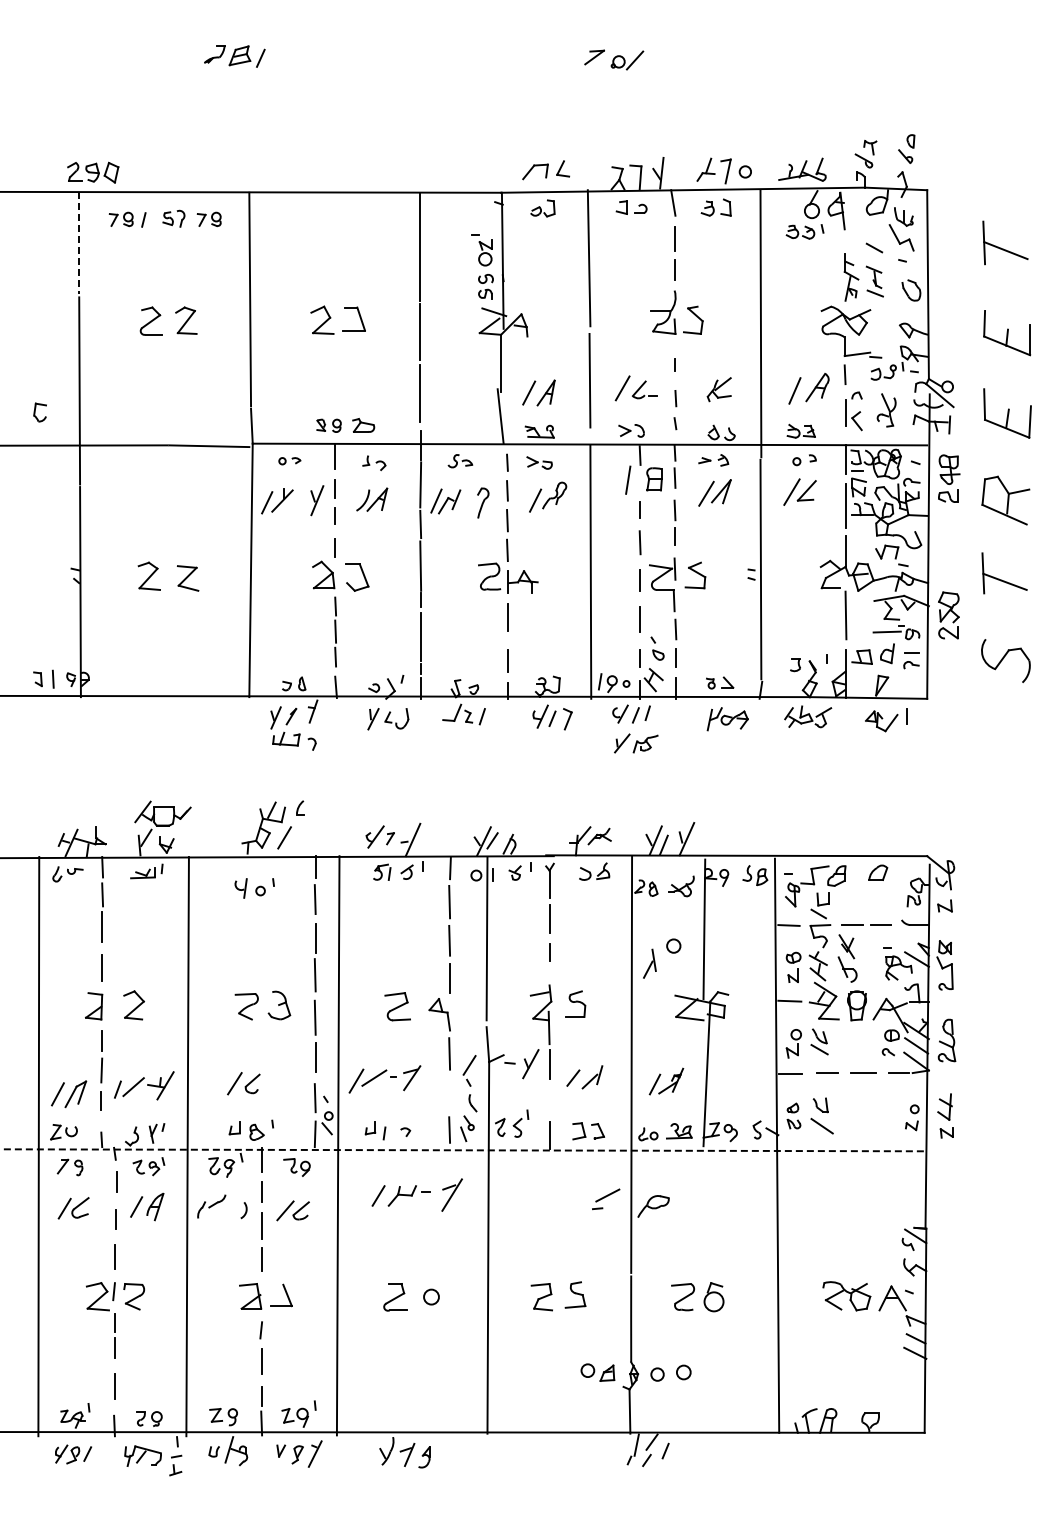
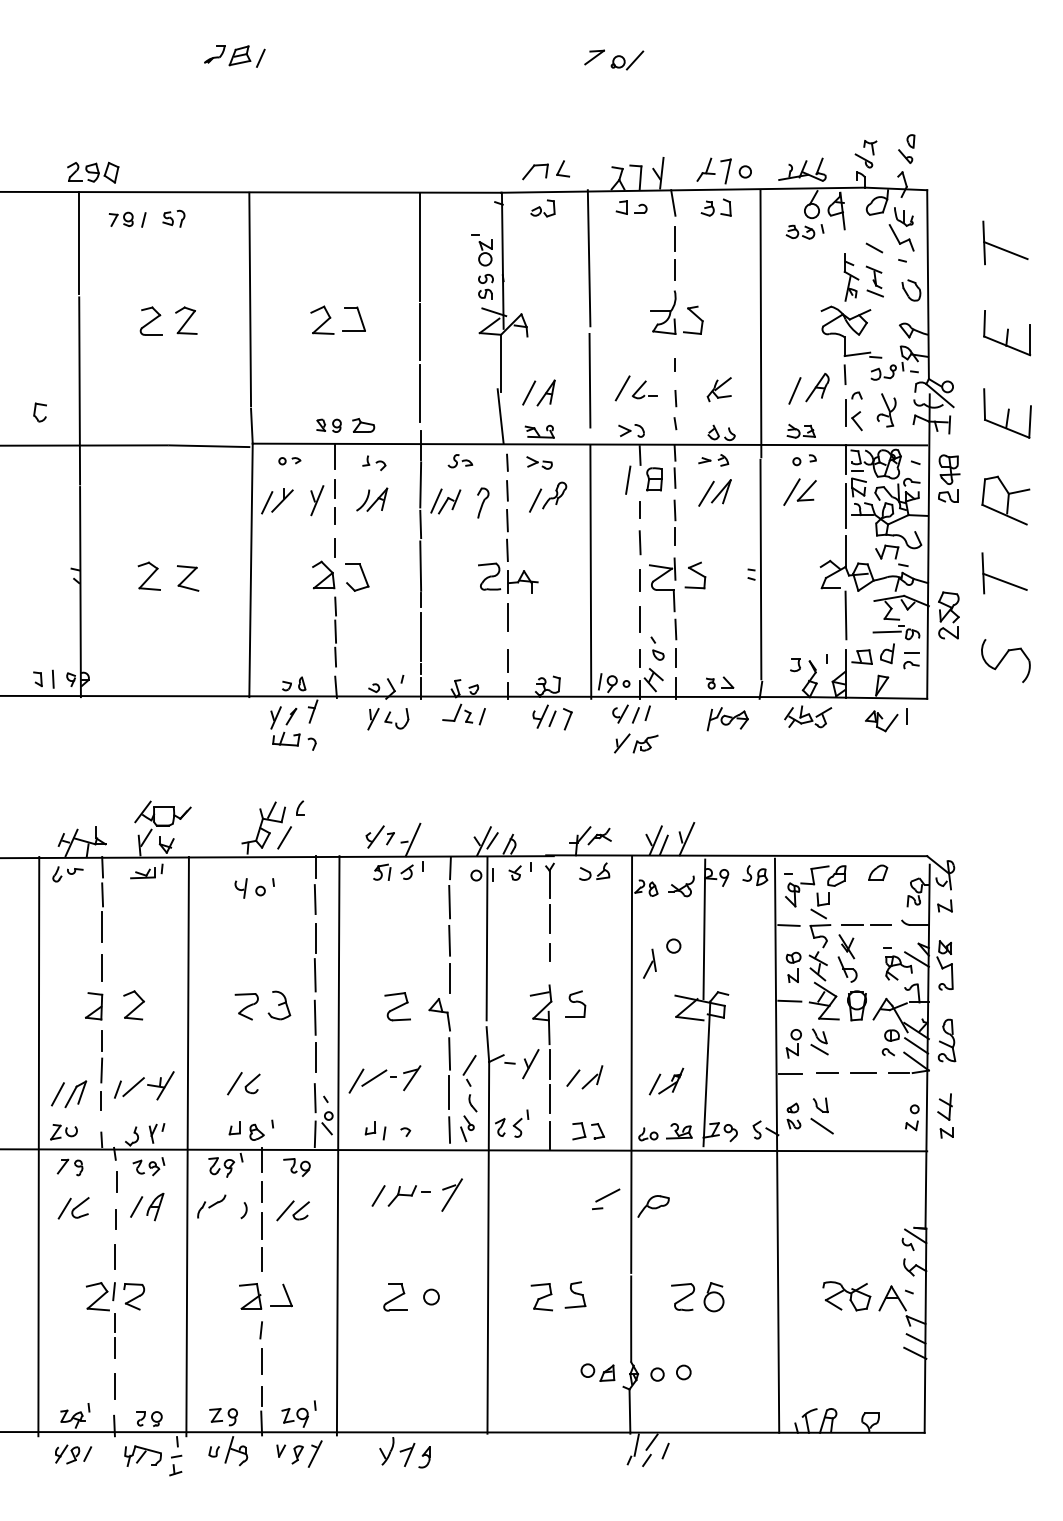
part at (208, 219): present -> none
line at (79, 243): dashed -> solid
line at (449, 1092): none -> present
line at (549, 1098): none -> present
line at (464, 1150): dashed -> solid
